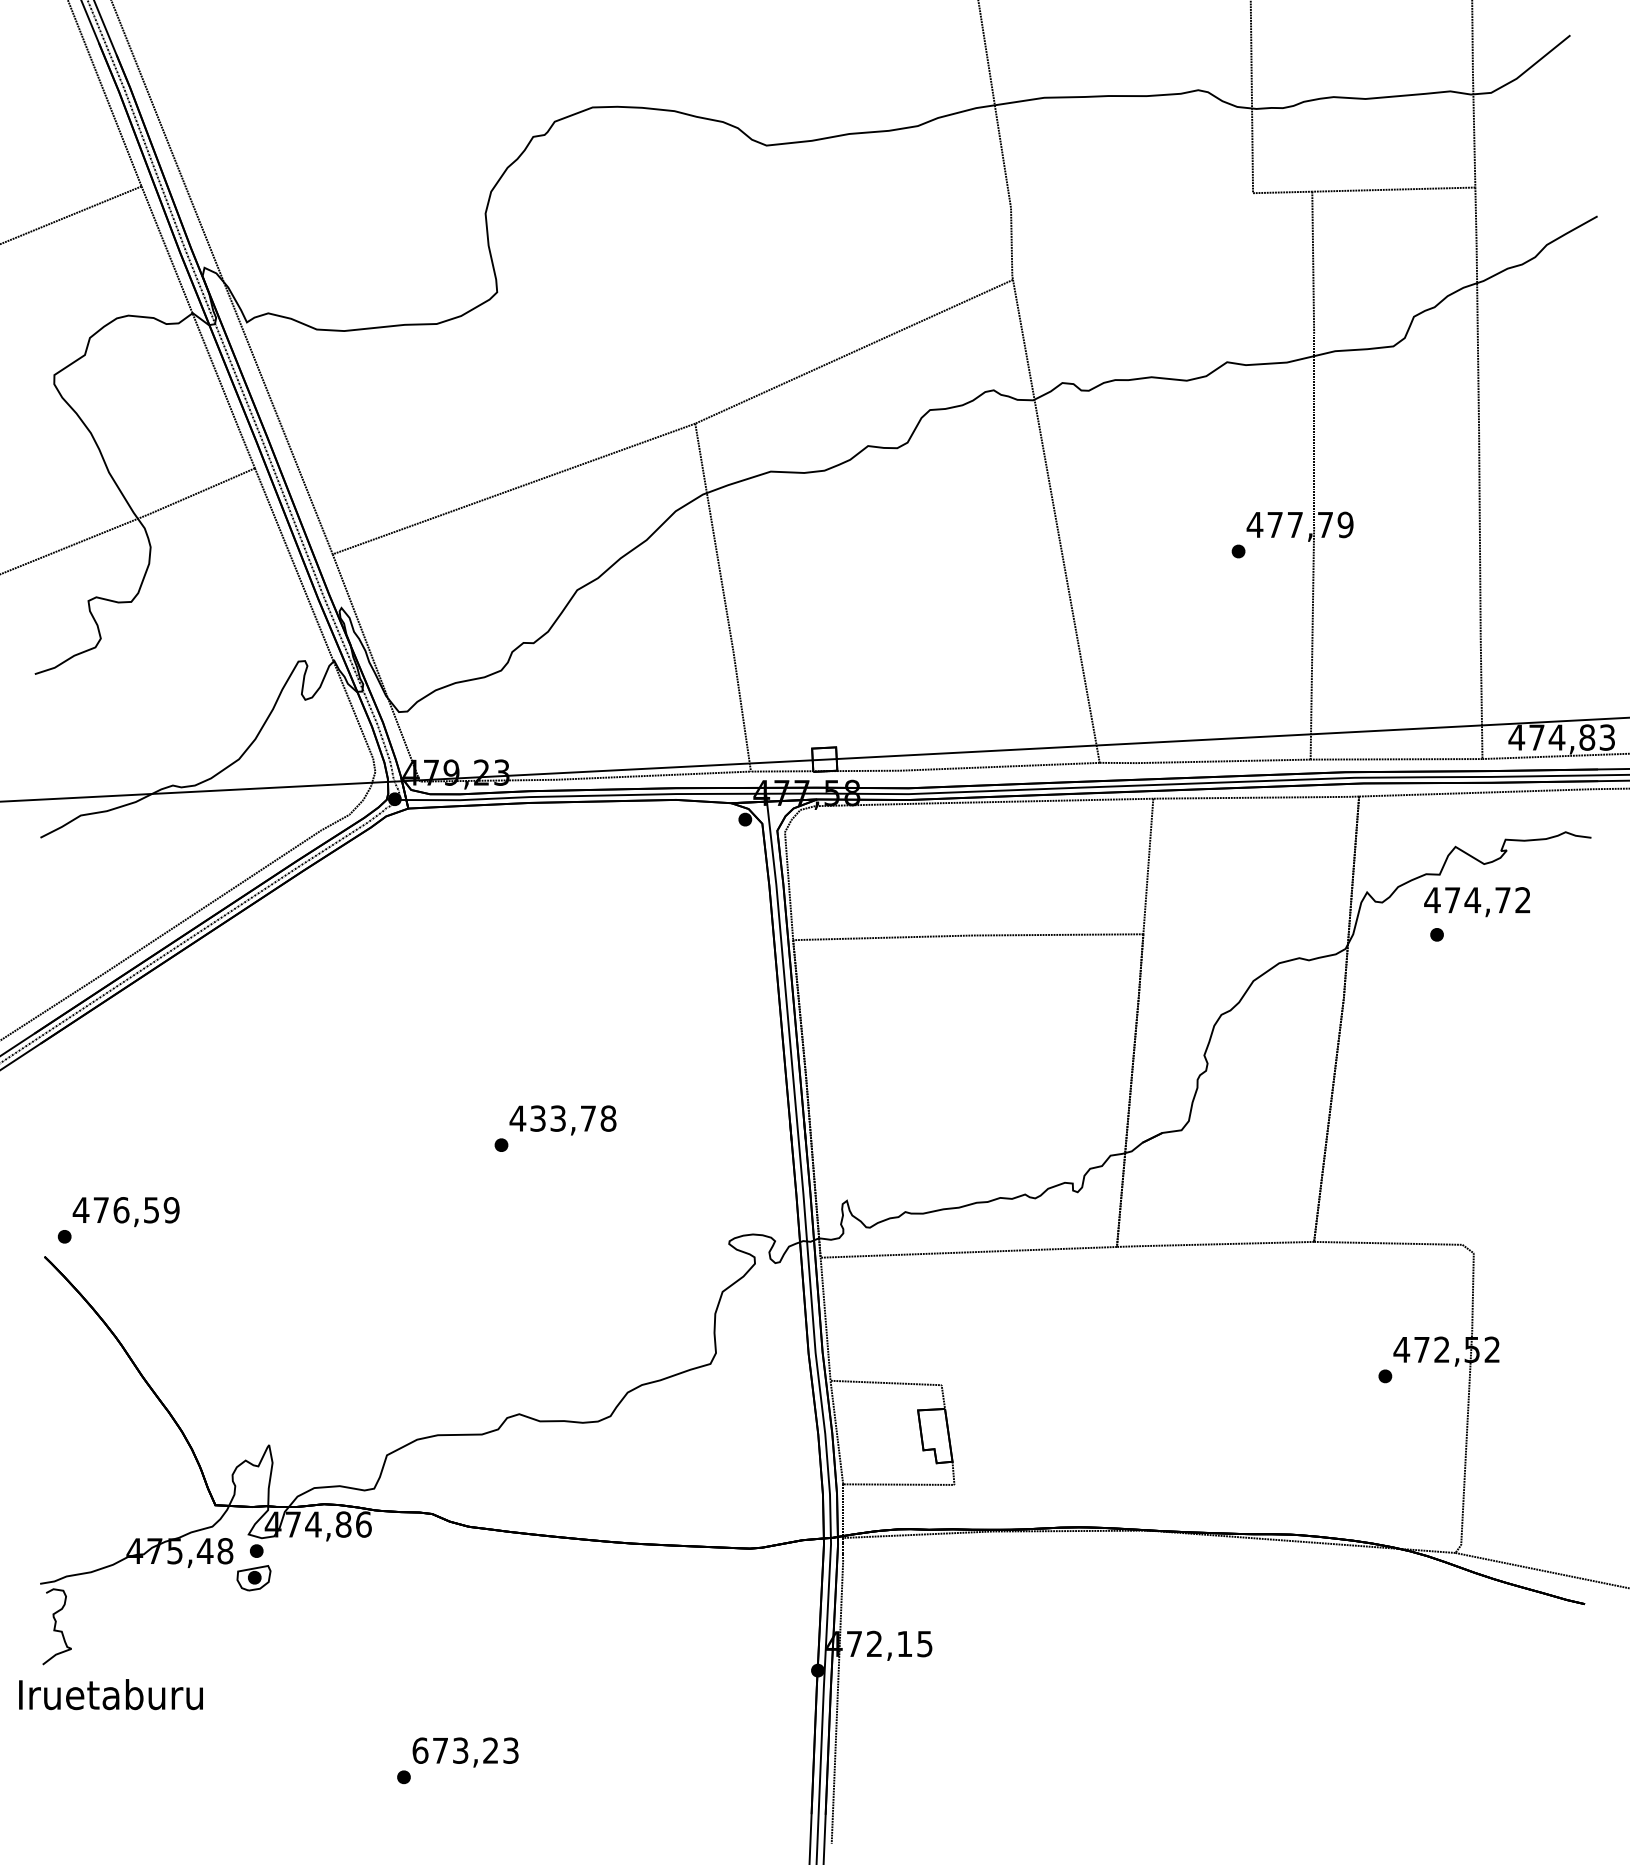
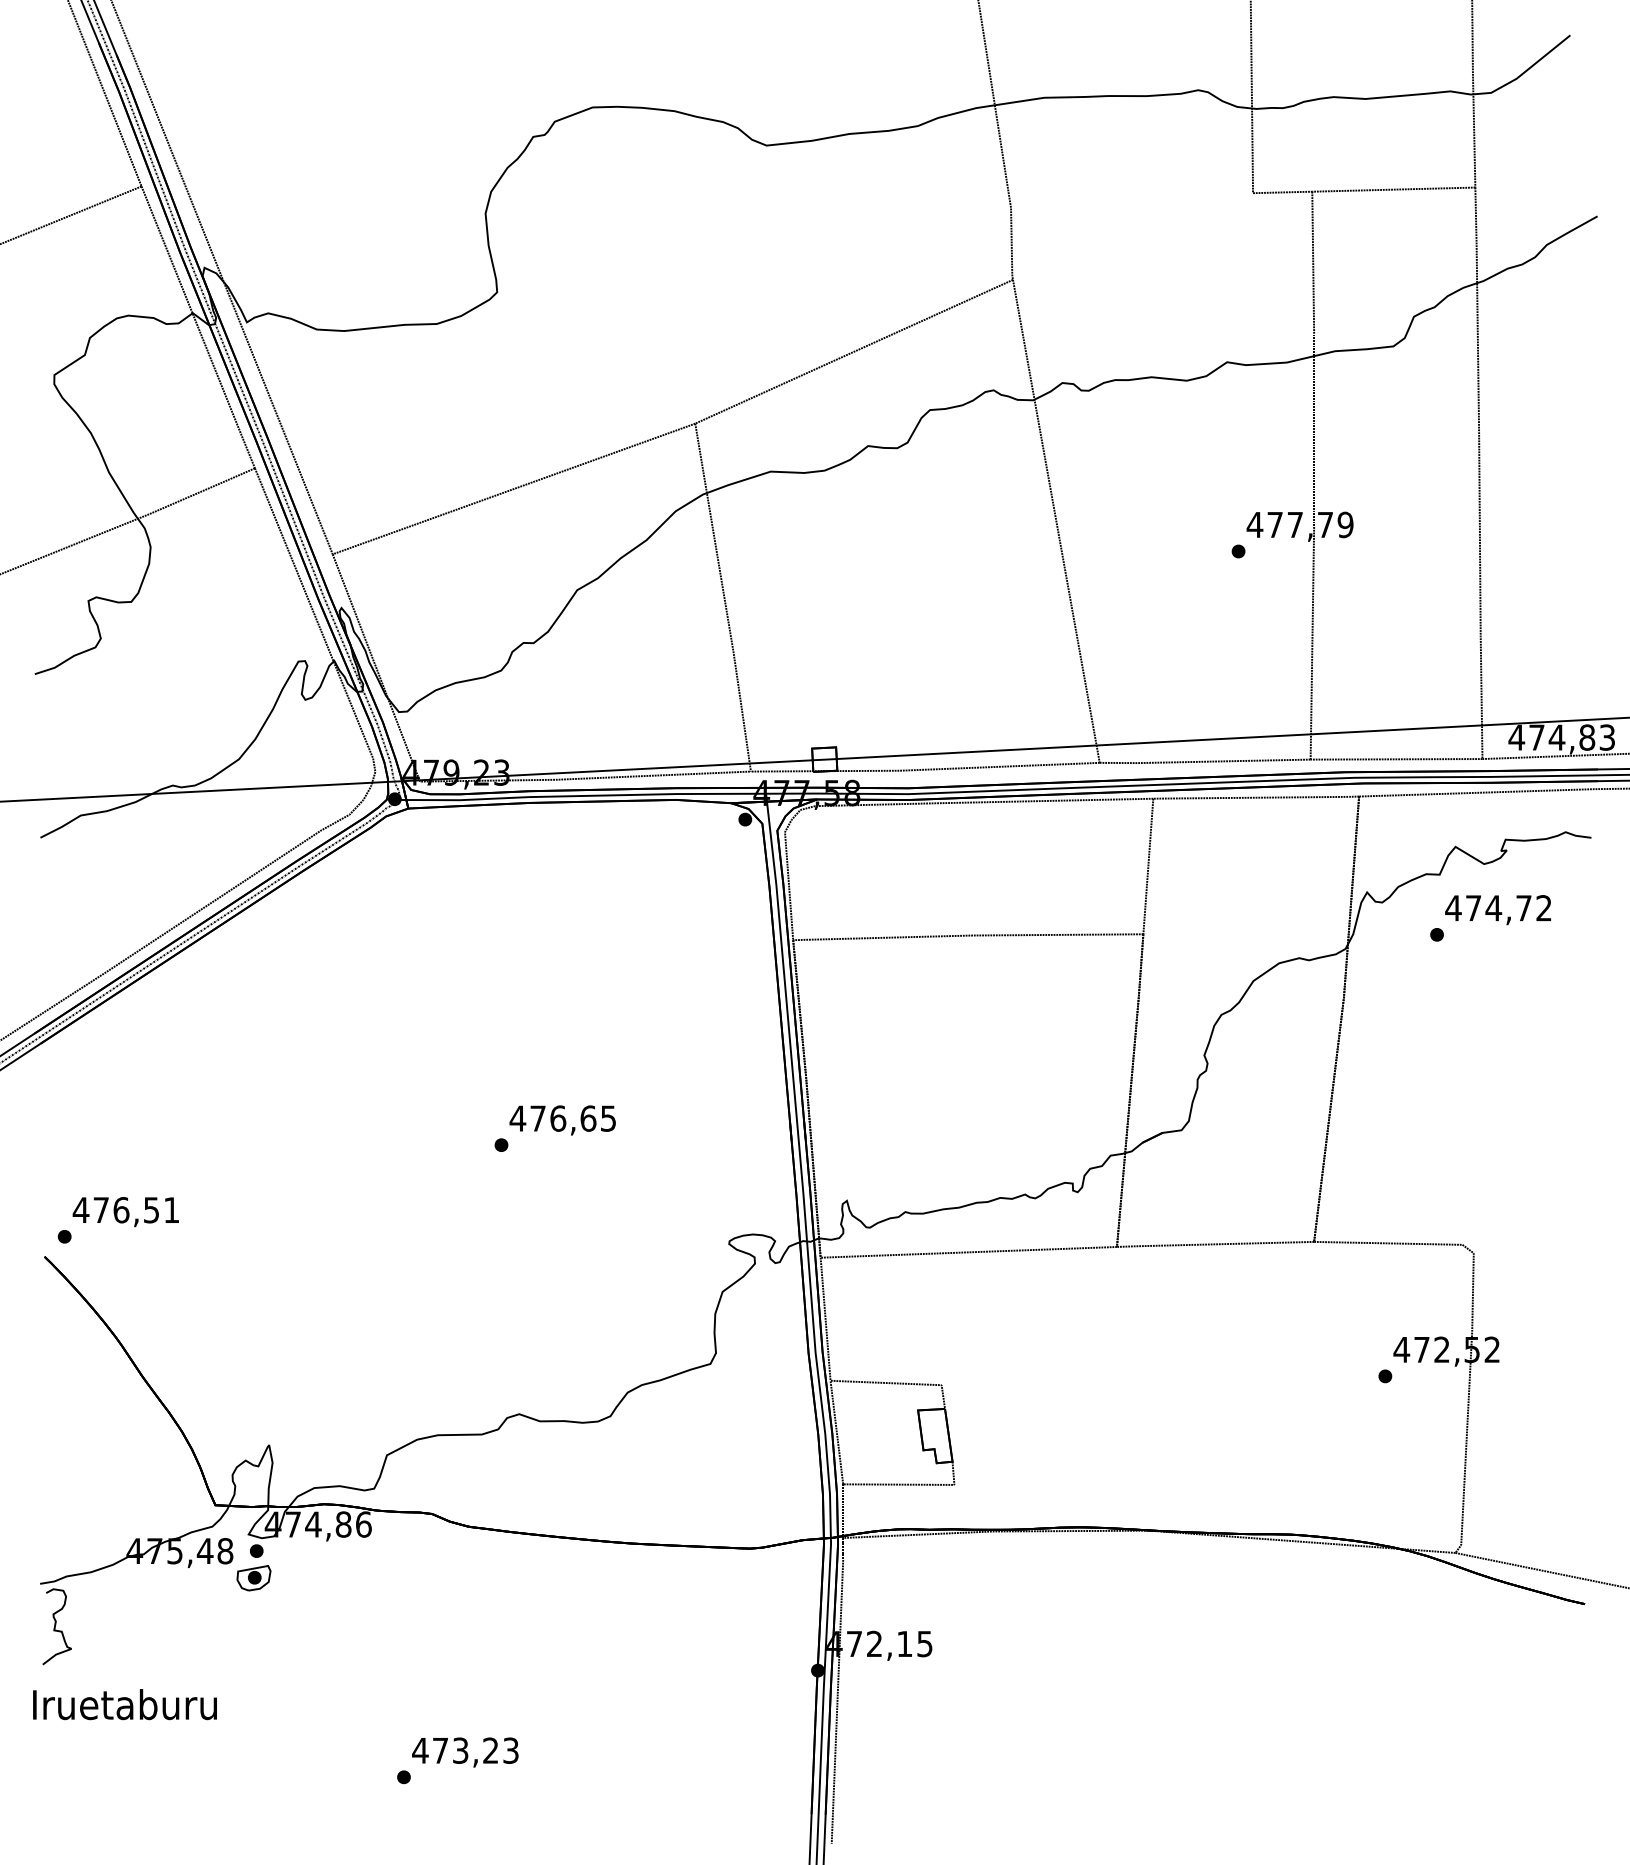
text at (1476, 902) position: (1476, 902) -> (1497, 910)
text at (573, 1118): 433,78 -> 476,65
text at (171, 1210): 476,59 -> 476,51
text at (110, 1694) position: (110, 1694) -> (124, 1704)
text at (420, 1750): 673,23 -> 473,23
